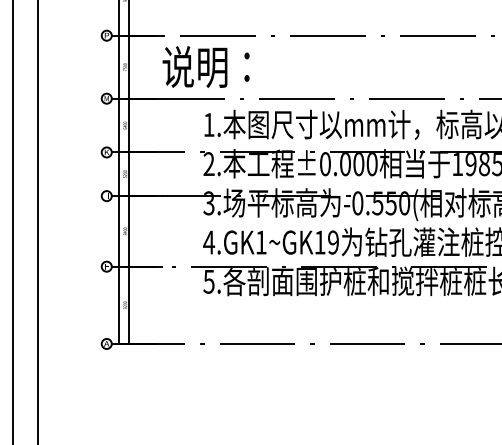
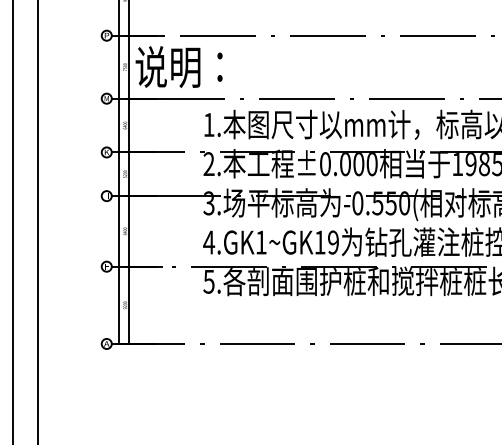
text at (205, 66) position: (205, 66) -> (178, 66)
